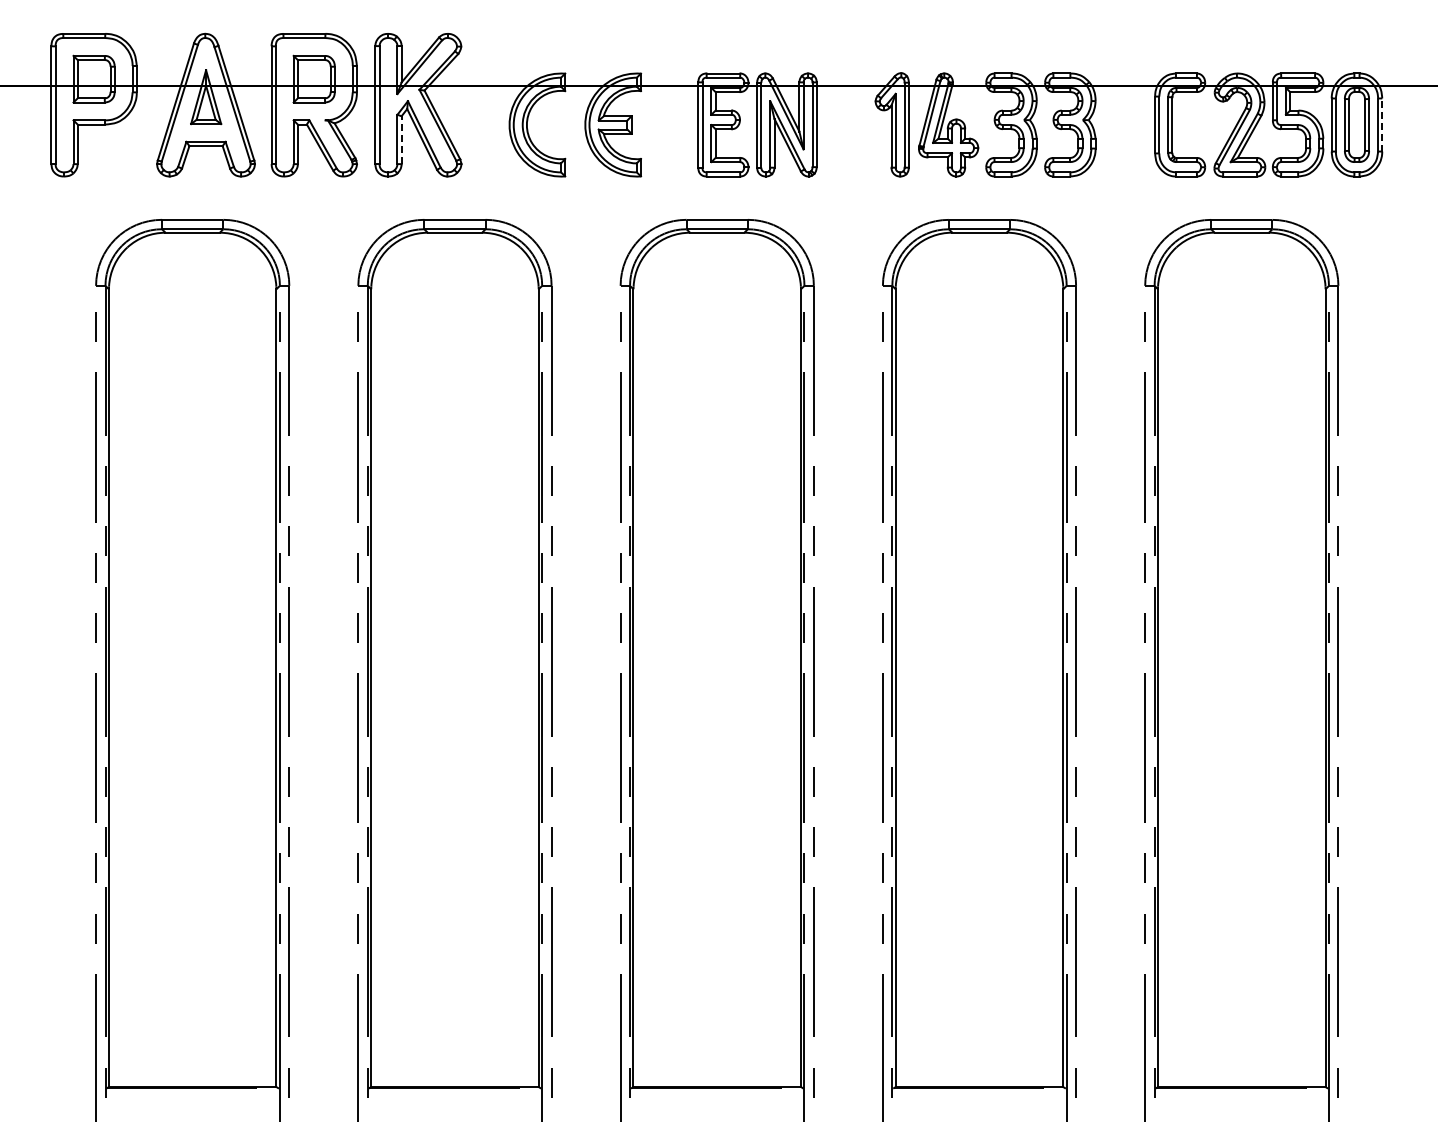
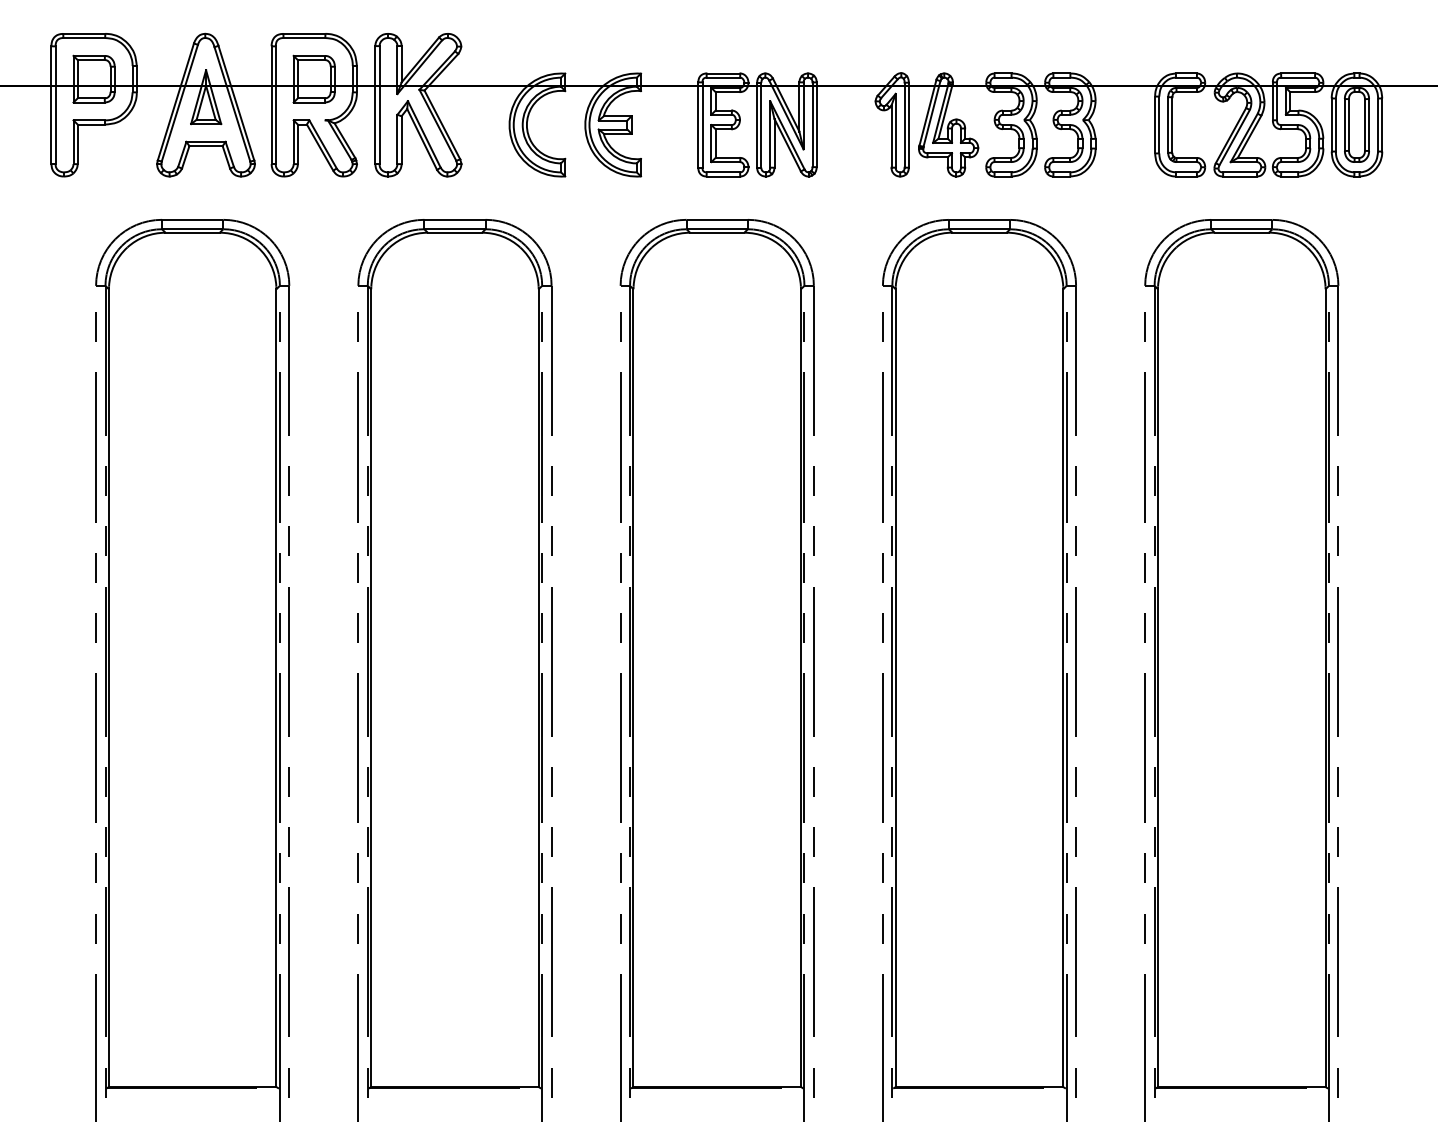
line at (1382, 125): dashed -> solid
line at (401, 140): dashed -> solid
